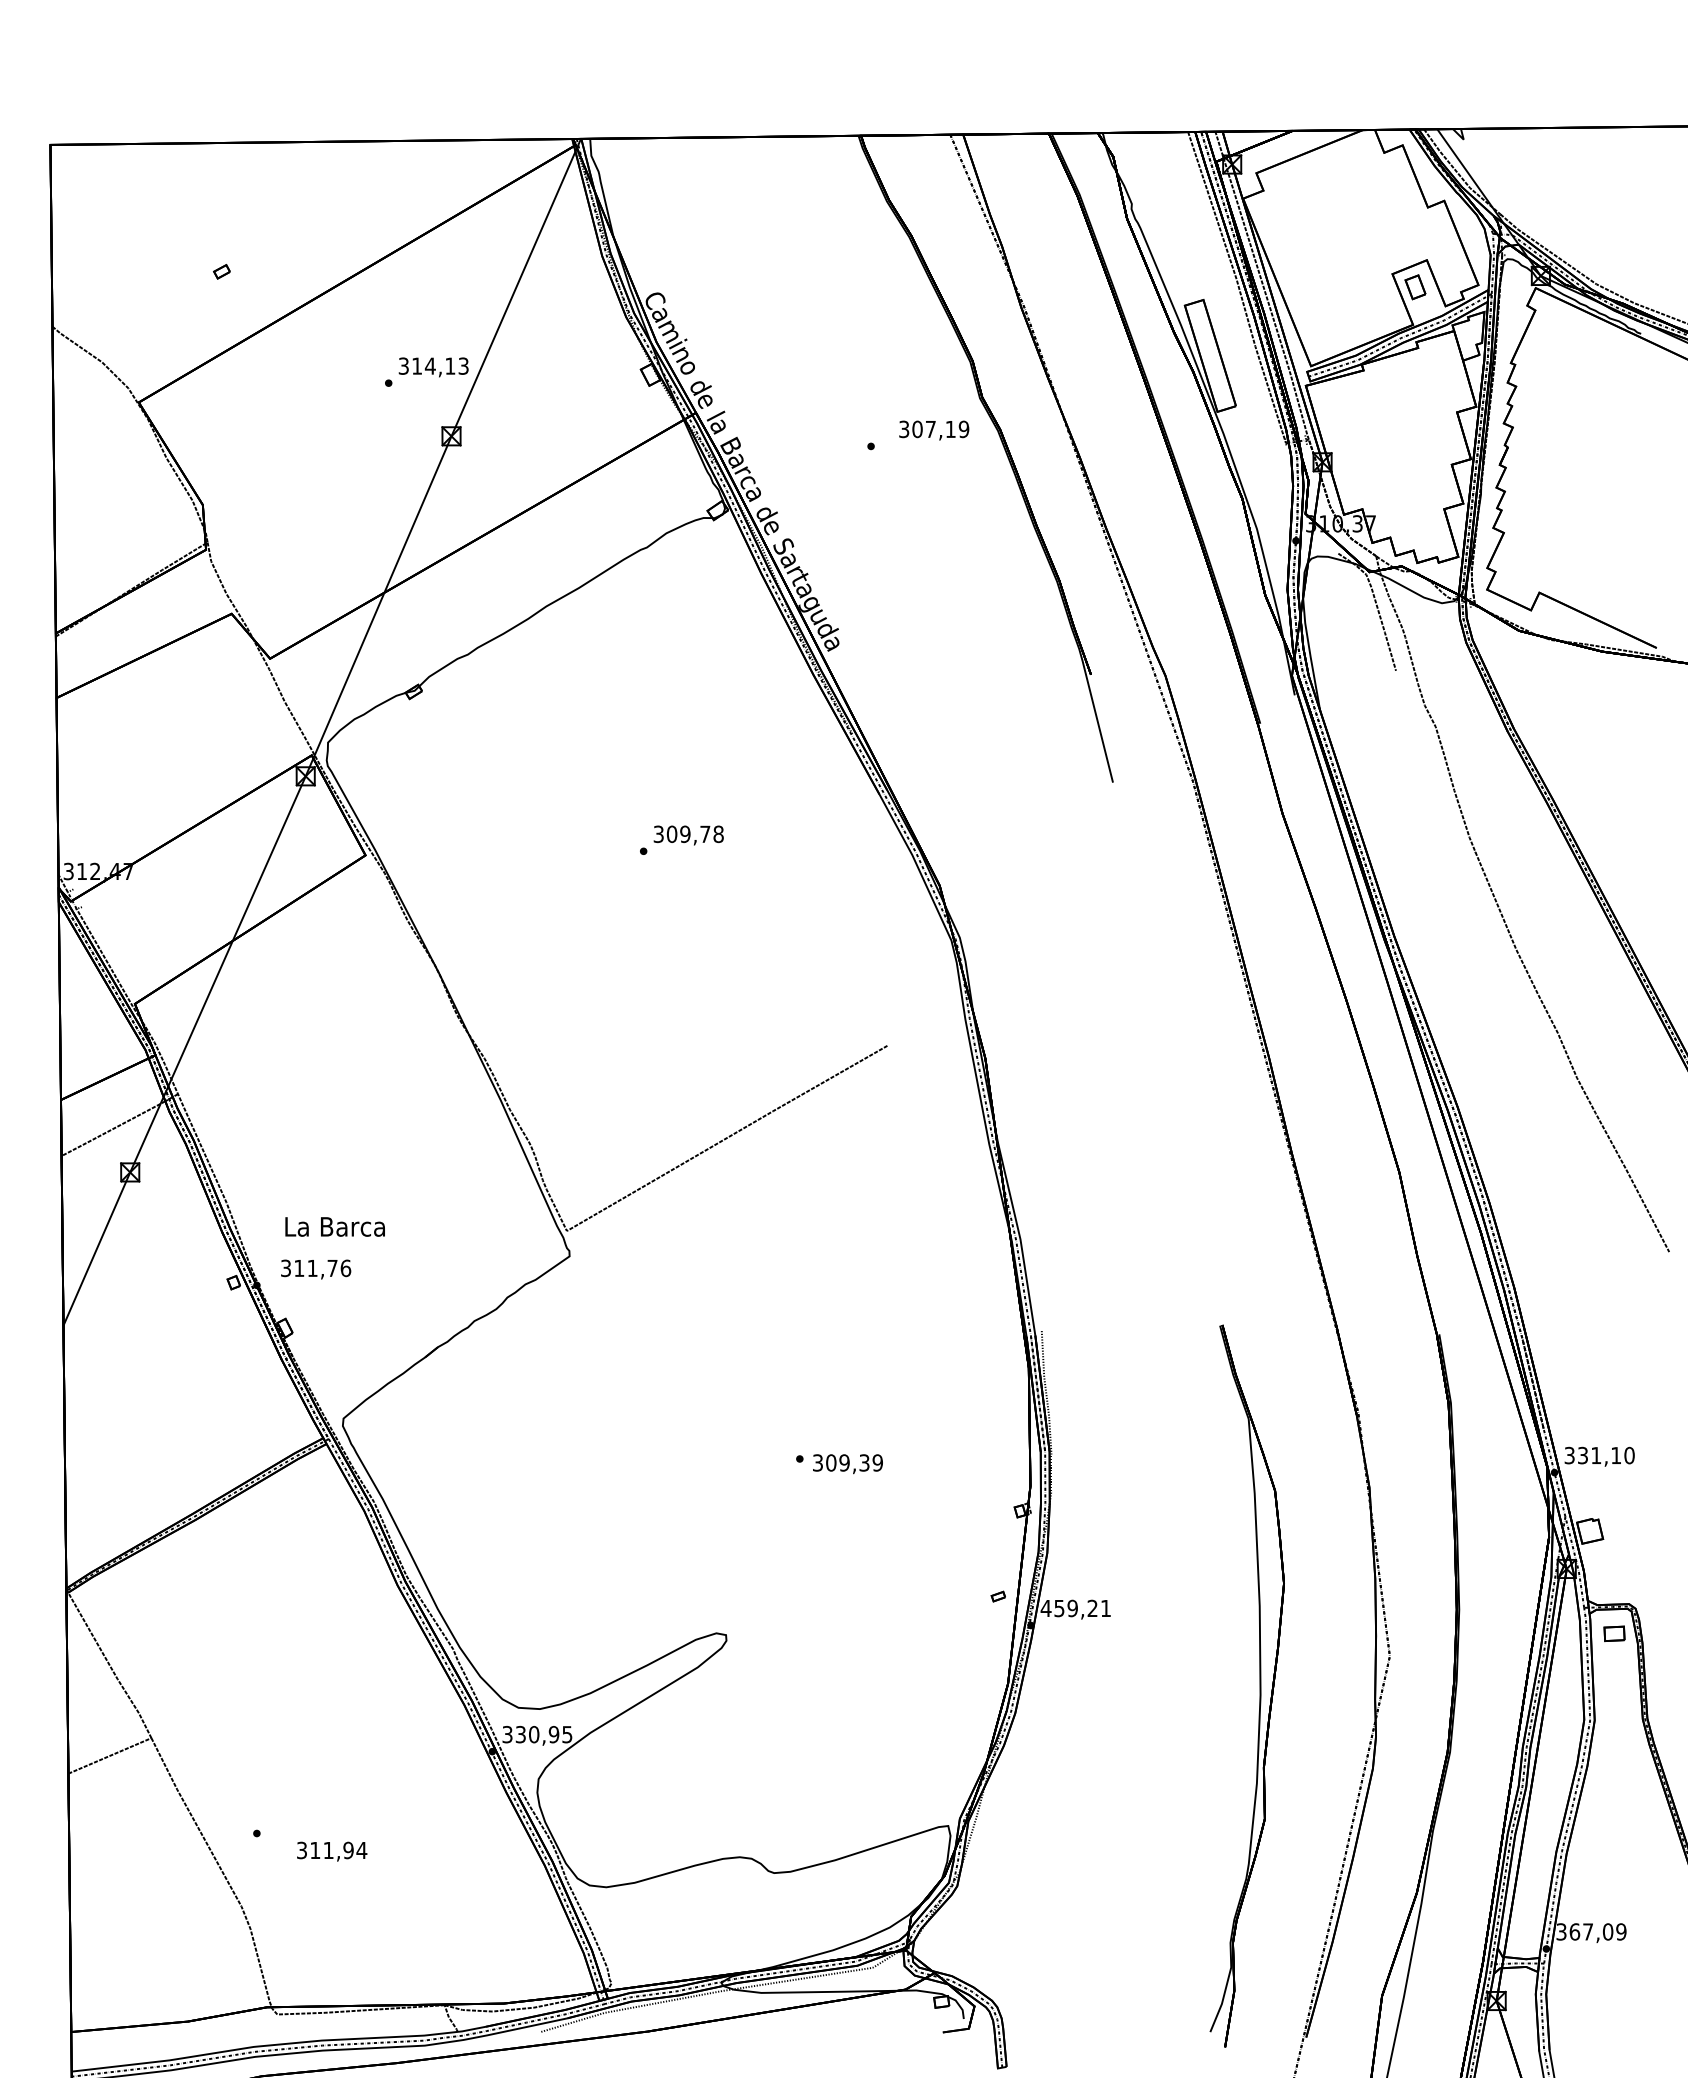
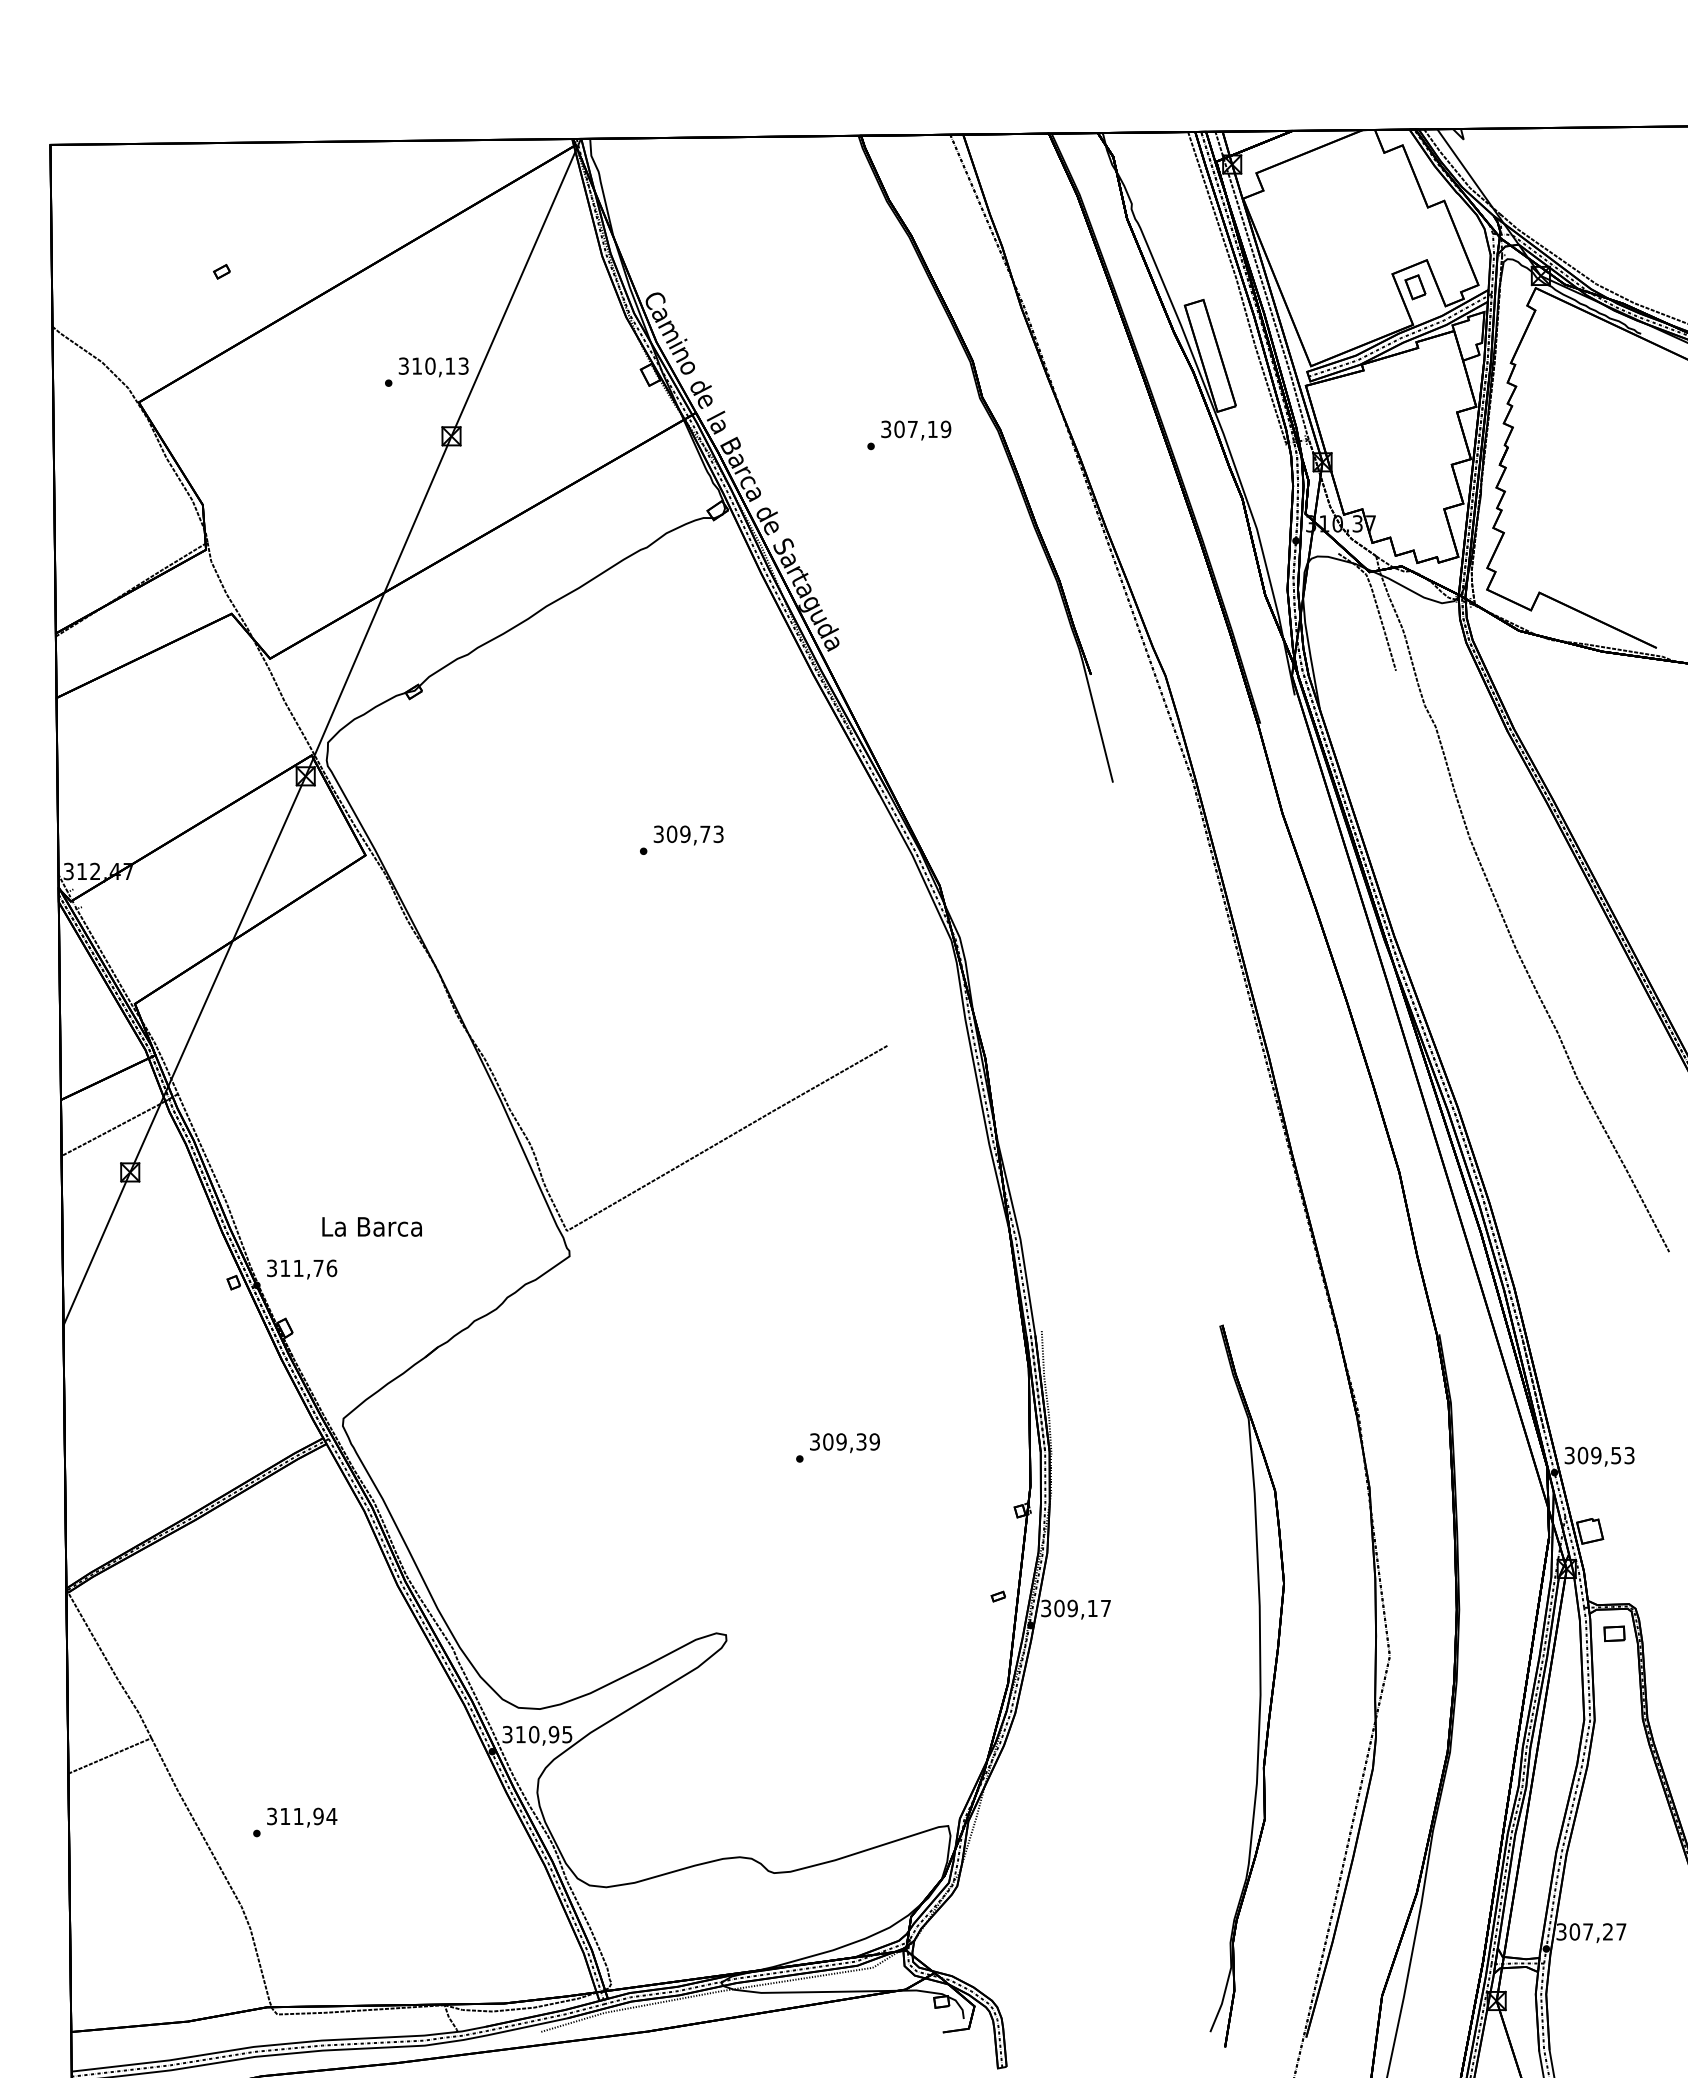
text at (429, 365): 314,13 -> 310,13
text at (934, 430) position: (934, 430) -> (916, 430)
text at (718, 833): 309,78 -> 309,73
text at (334, 1226) position: (334, 1226) -> (371, 1226)
text at (316, 1269) position: (316, 1269) -> (302, 1269)
text at (1605, 1455): 331,10 -> 309,53
text at (847, 1464) position: (847, 1464) -> (844, 1443)
text at (1075, 1608): 459,21 -> 309,17
text at (520, 1734): 330,95 -> 310,95
text at (332, 1851) position: (332, 1851) -> (302, 1817)
text at (1597, 1931): 367,09 -> 307,27
